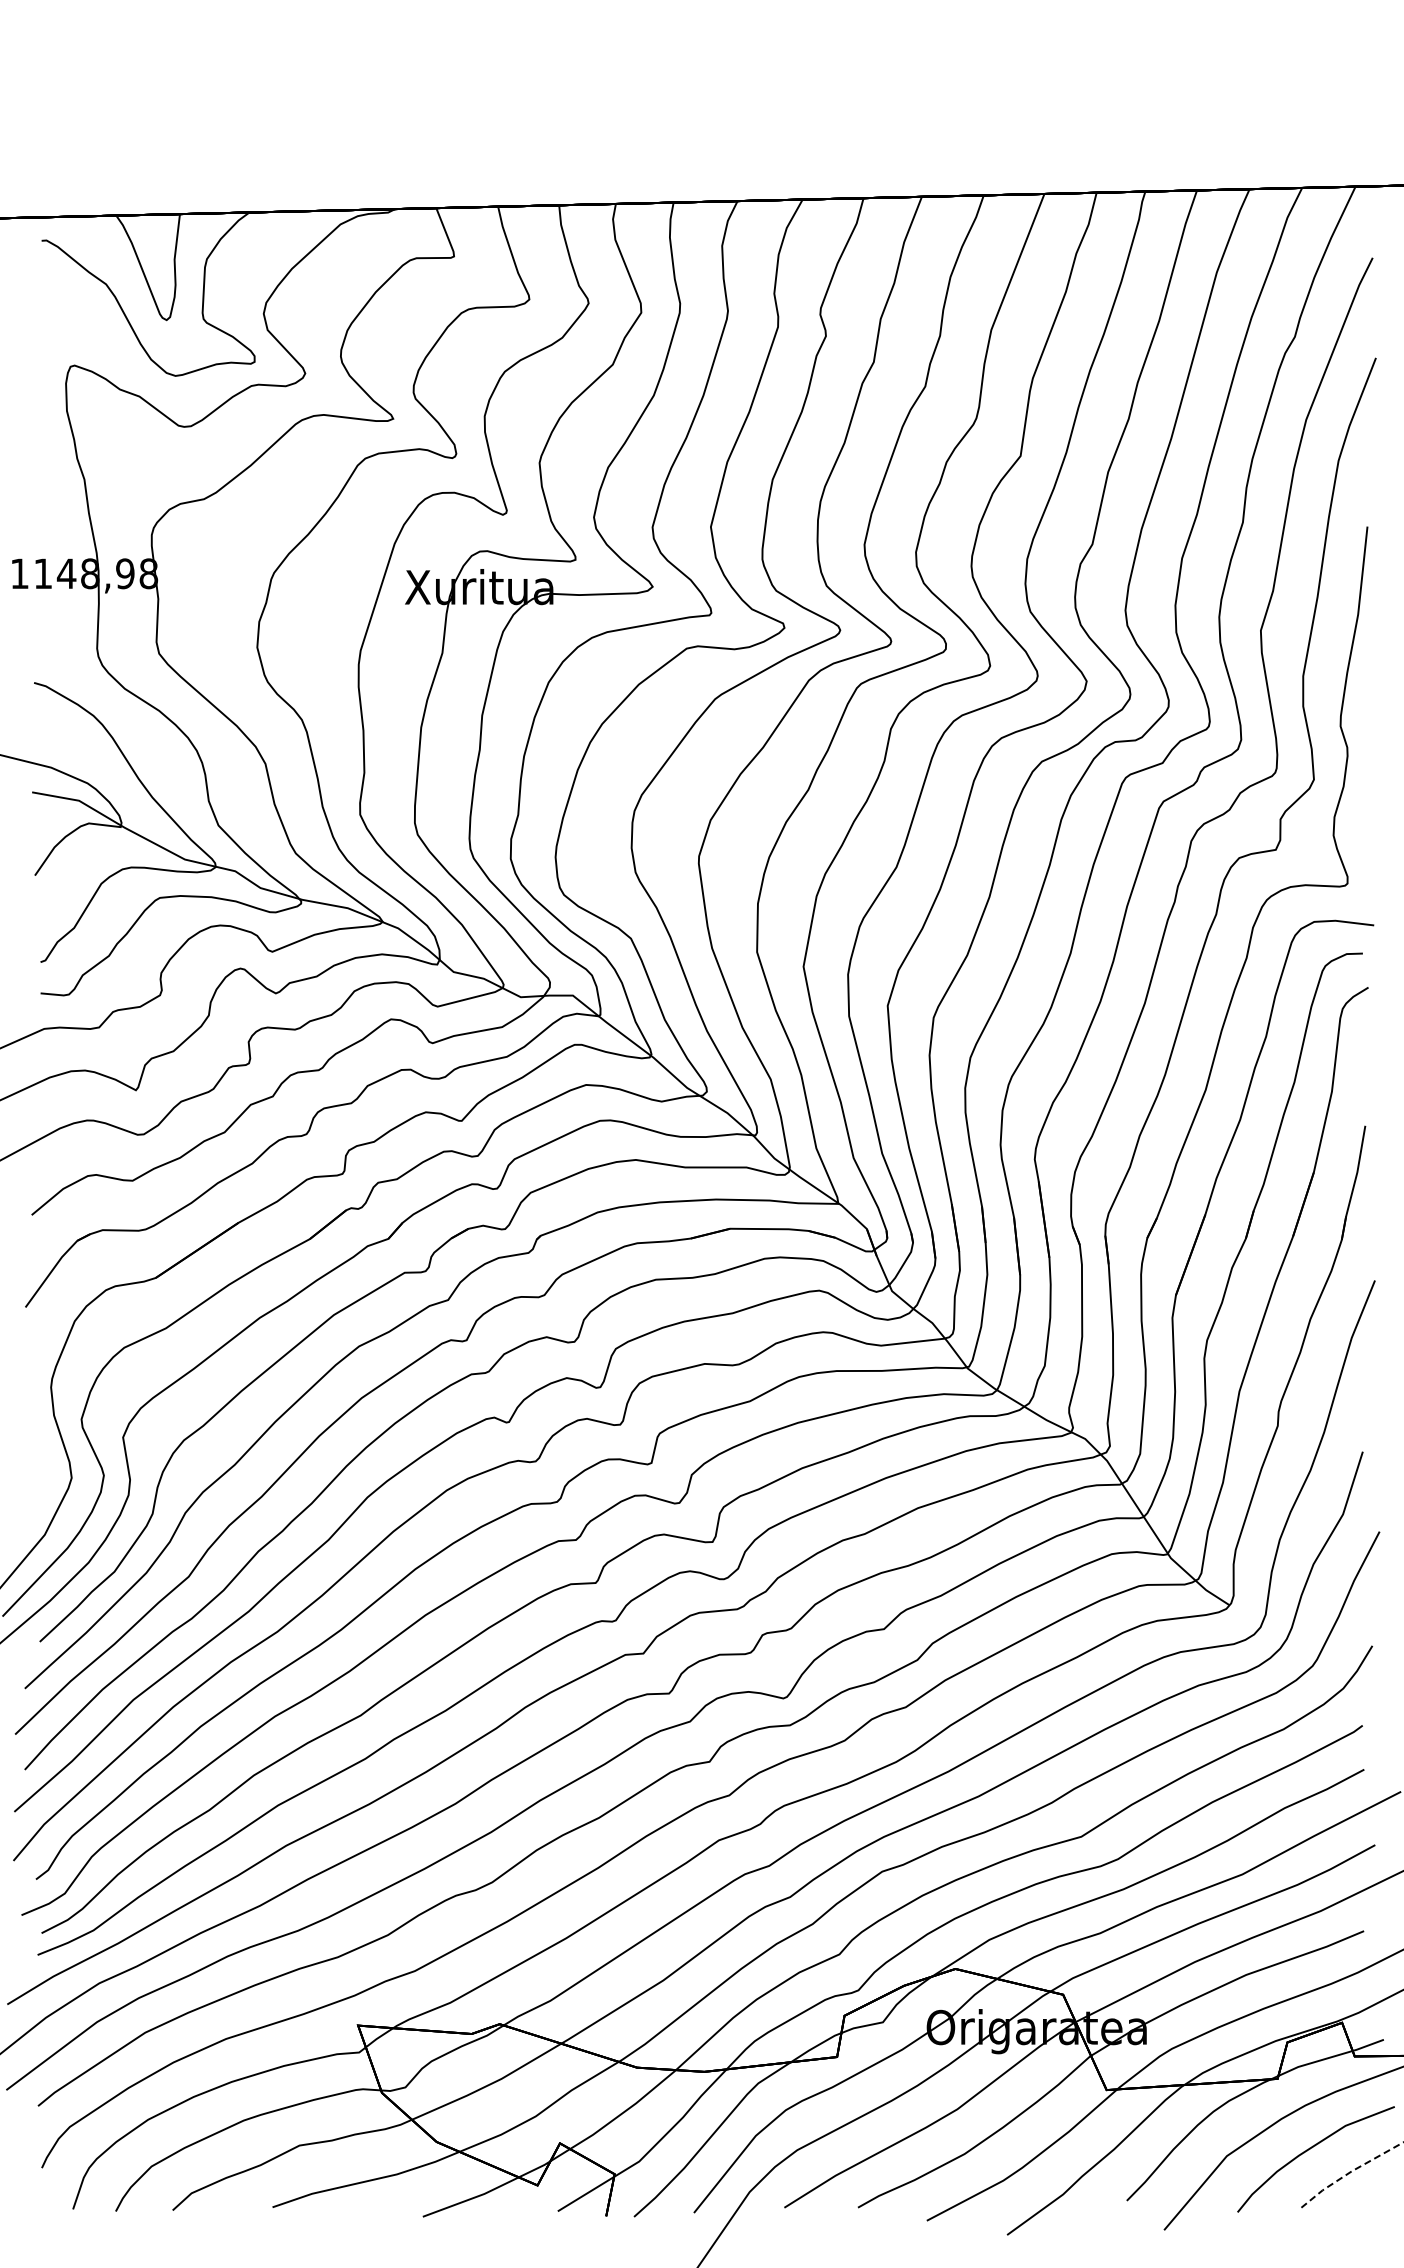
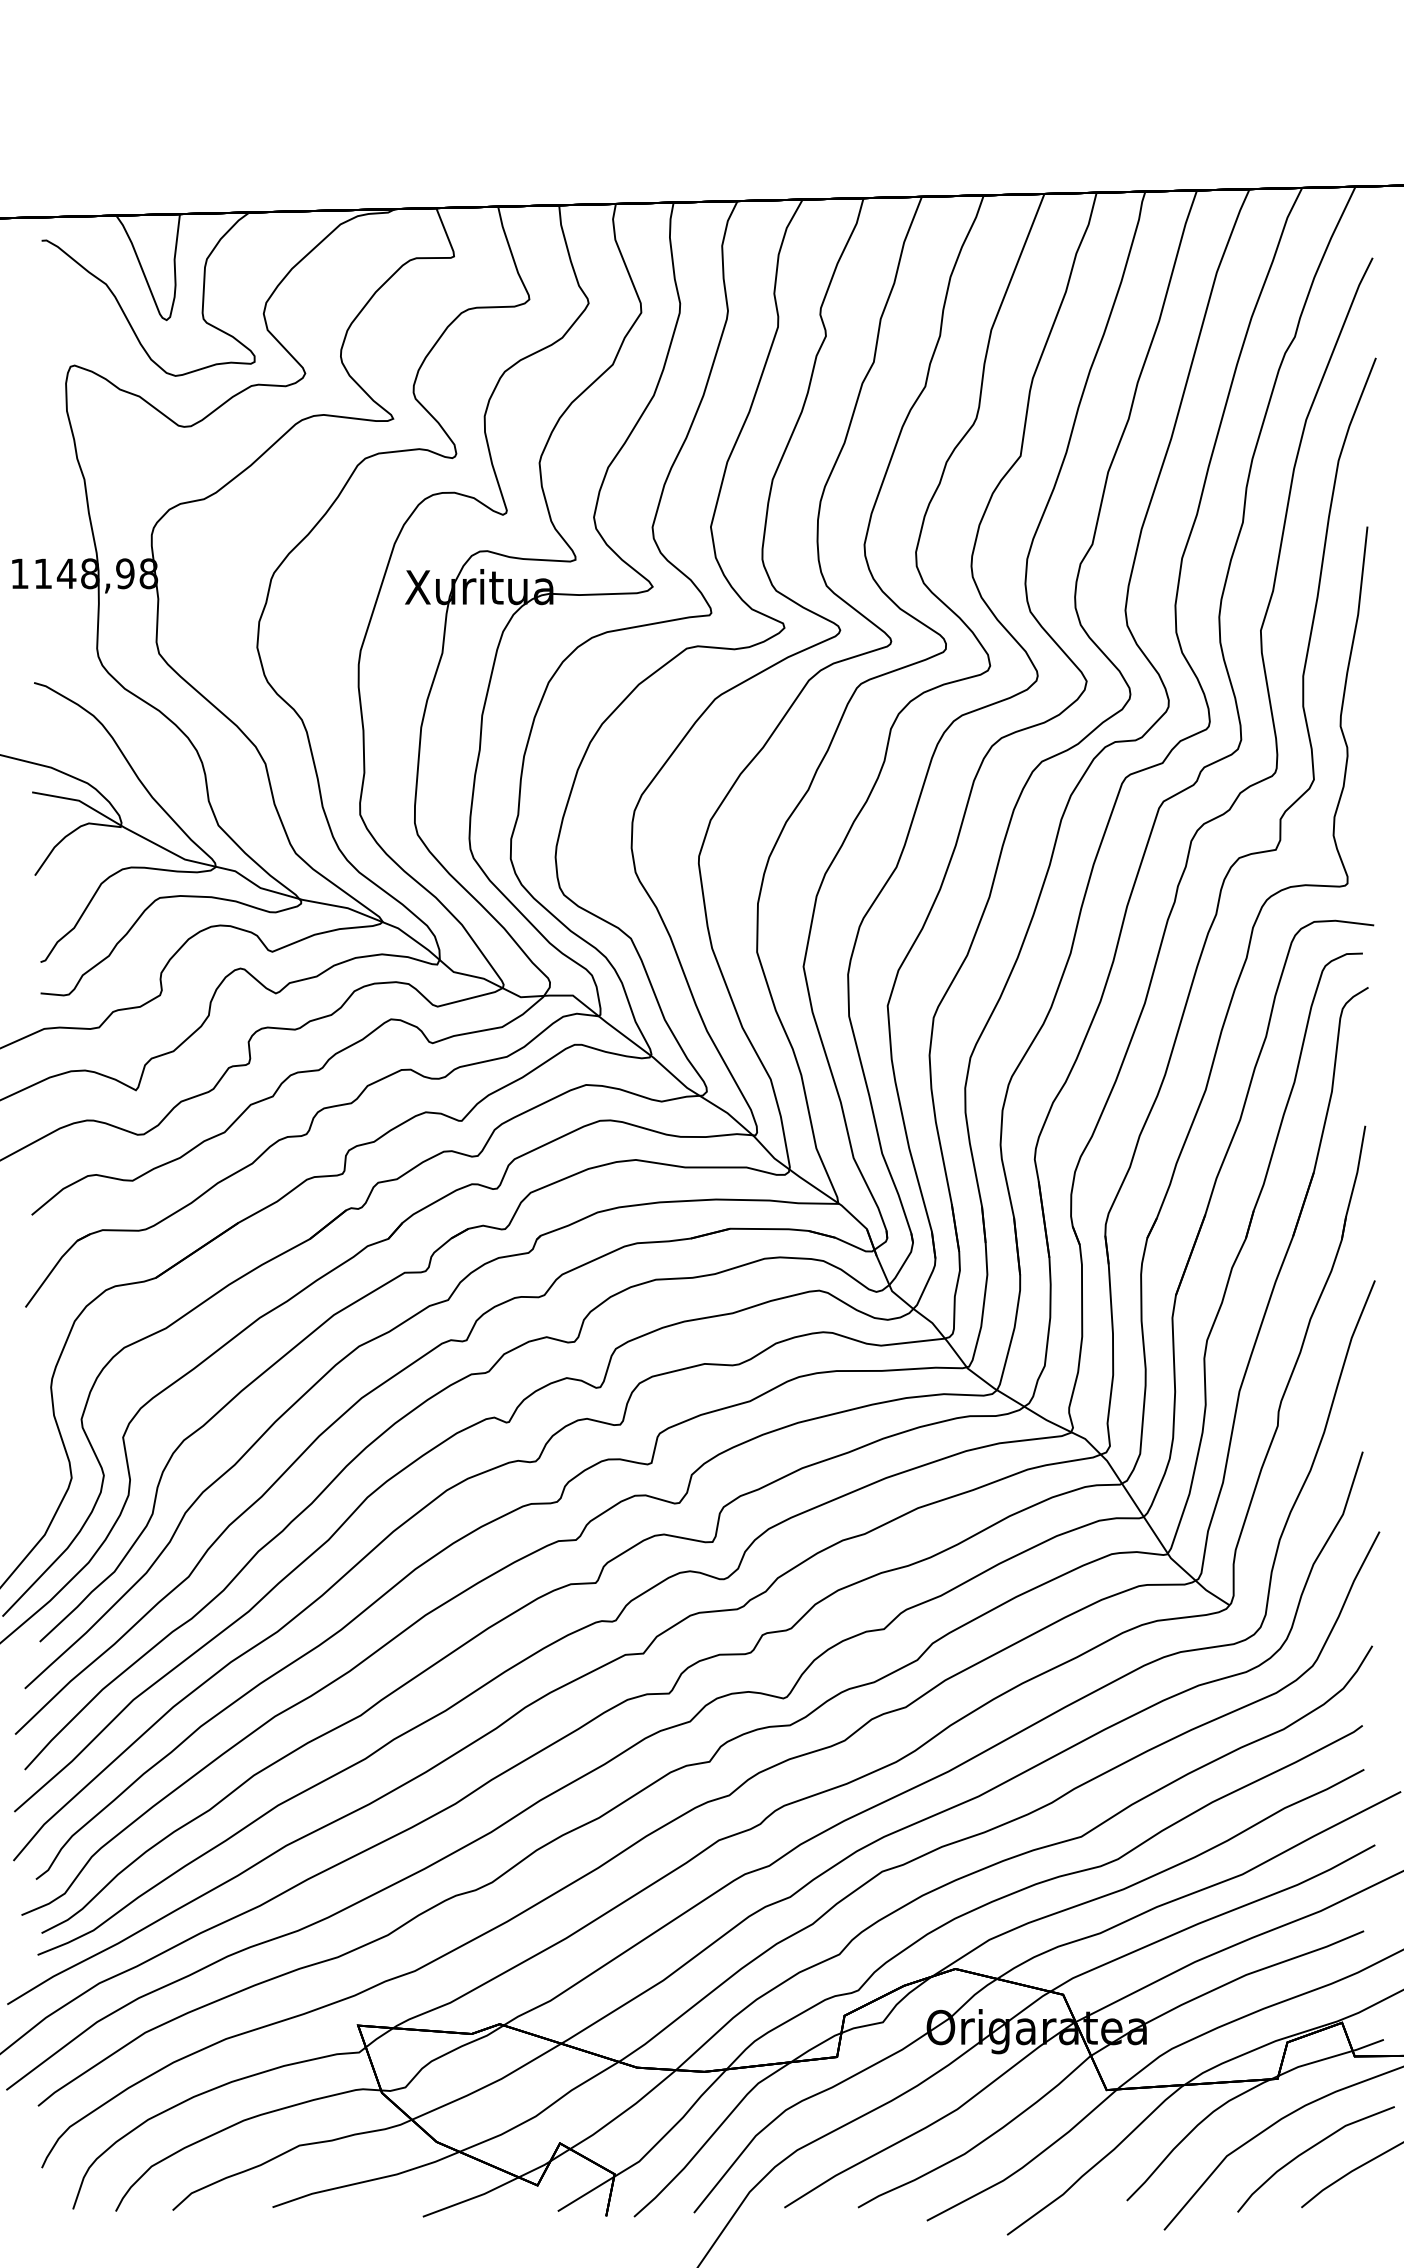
line at (1351, 2171): dashed -> solid
